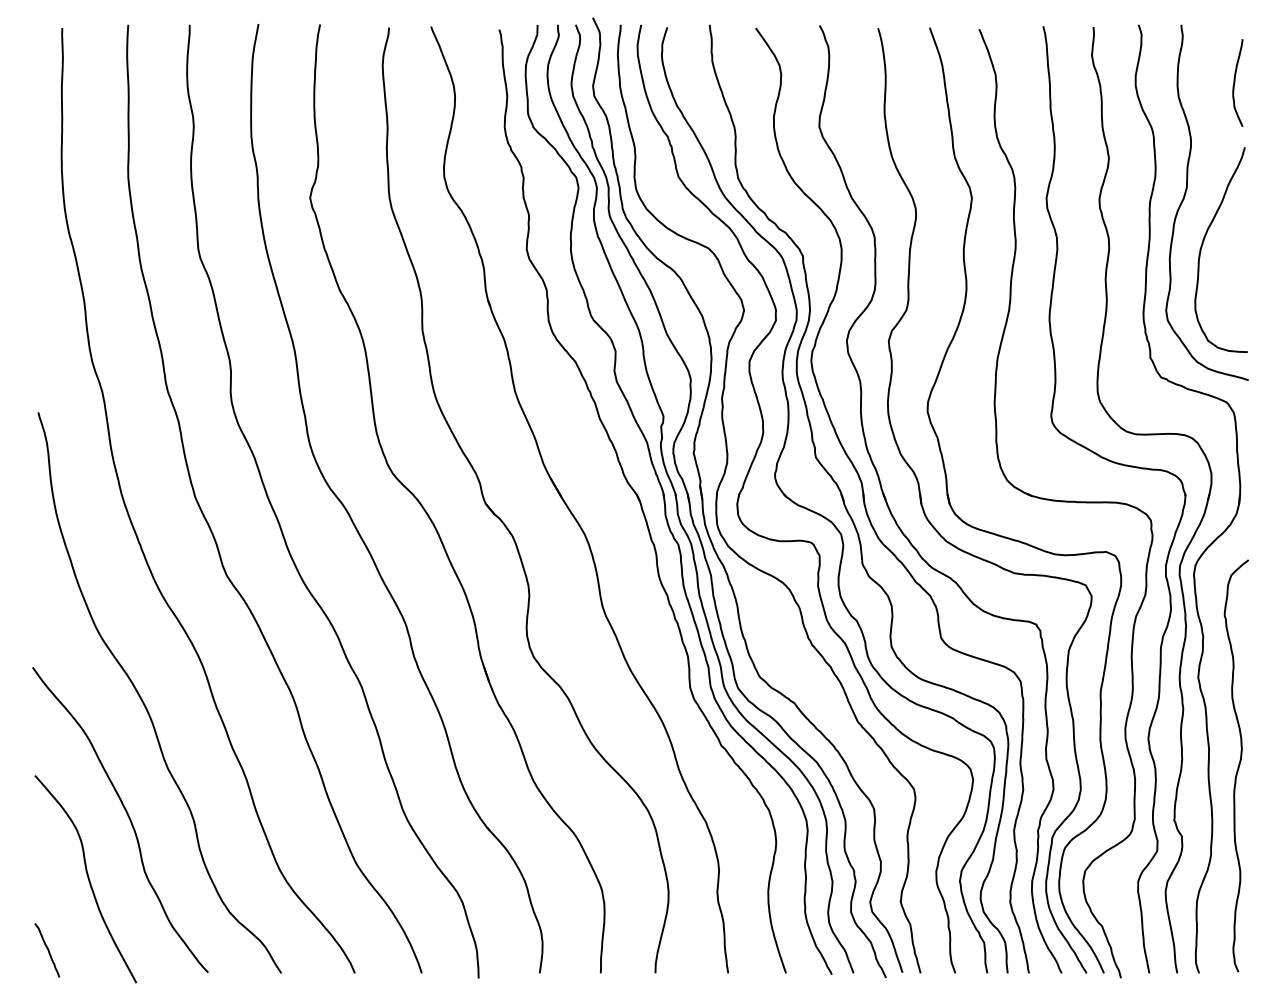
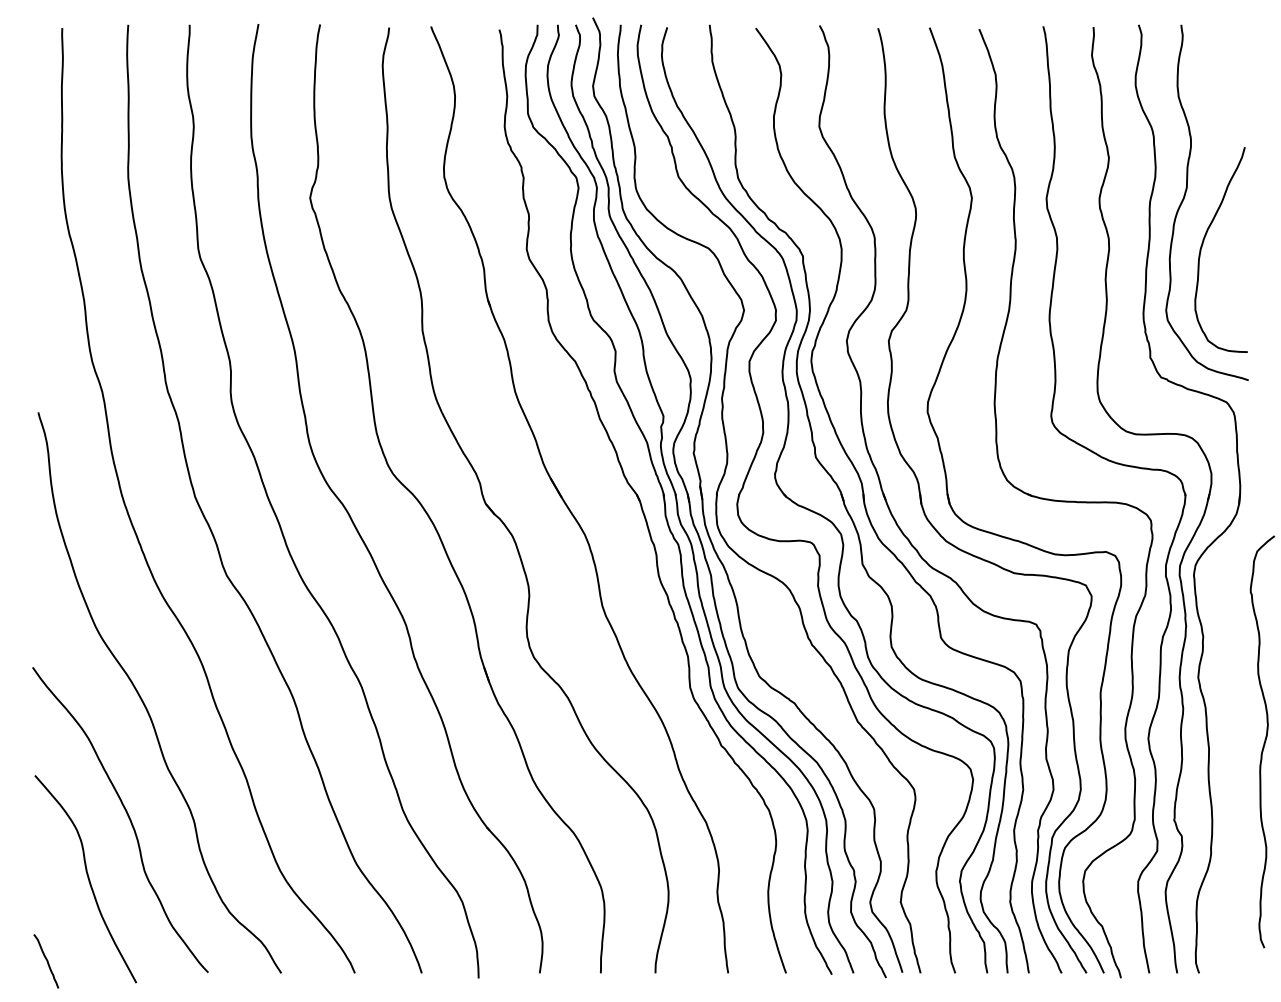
curve at (1235, 82): present -> none
curve at (1237, 767) position: (1237, 767) -> (1263, 743)
curve at (47, 950) position: (47, 950) -> (46, 961)
